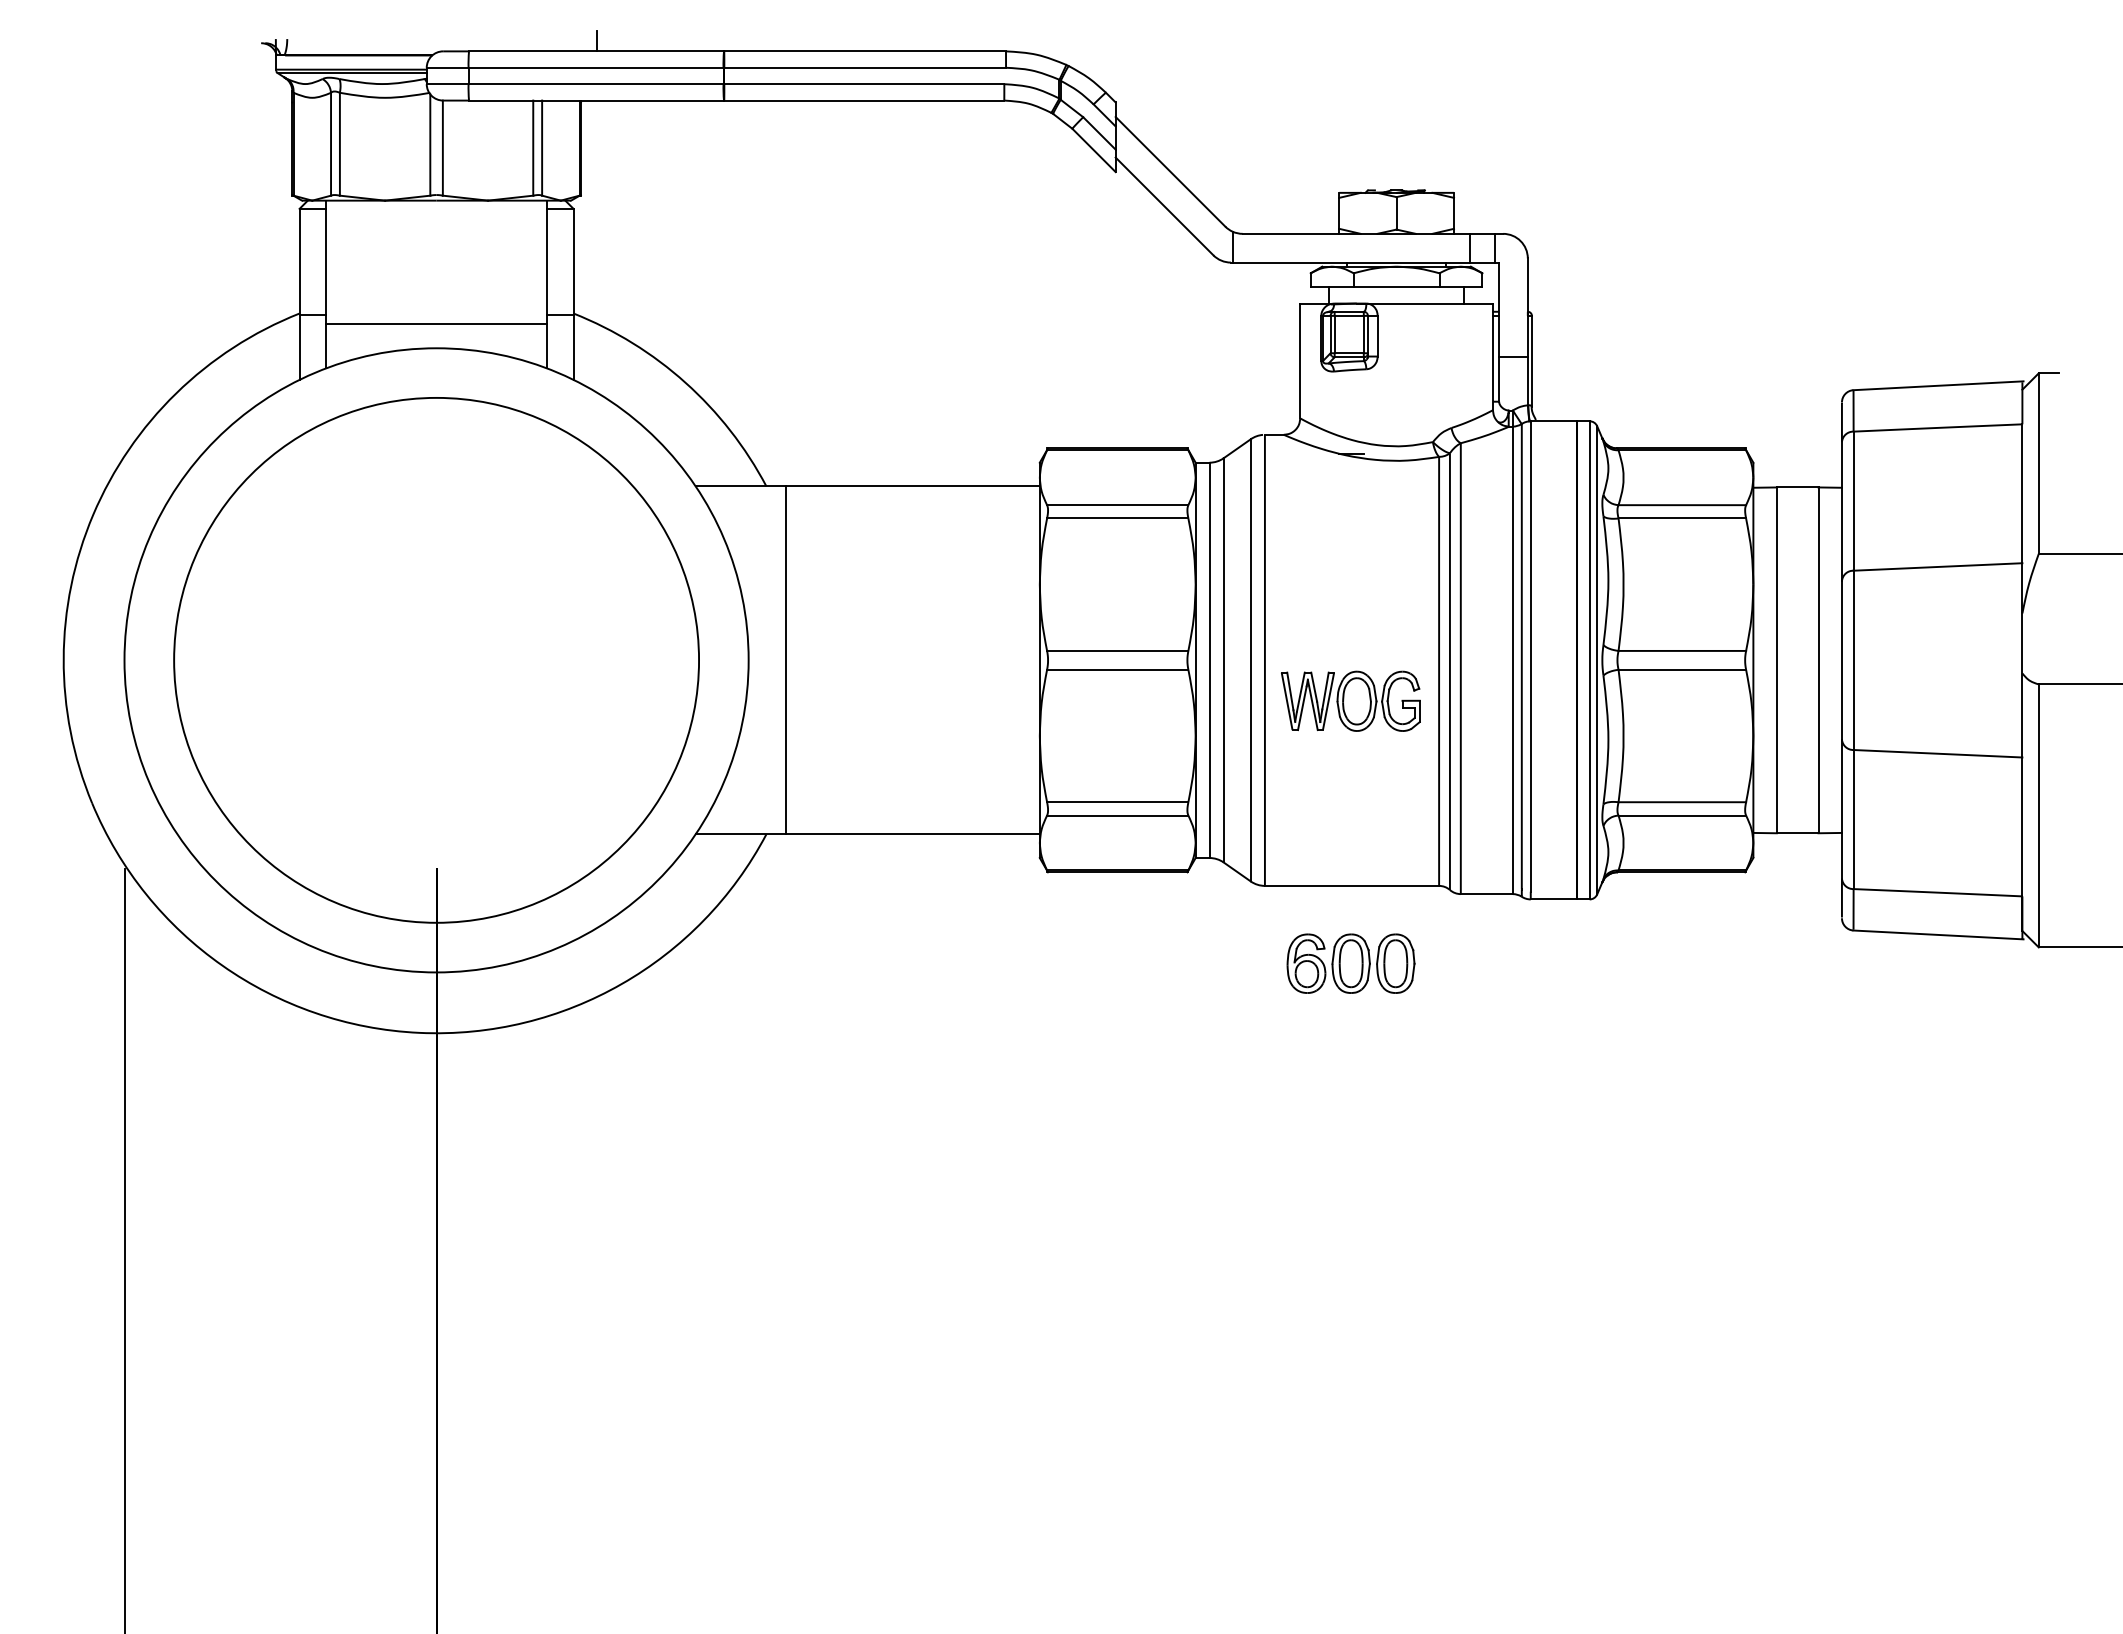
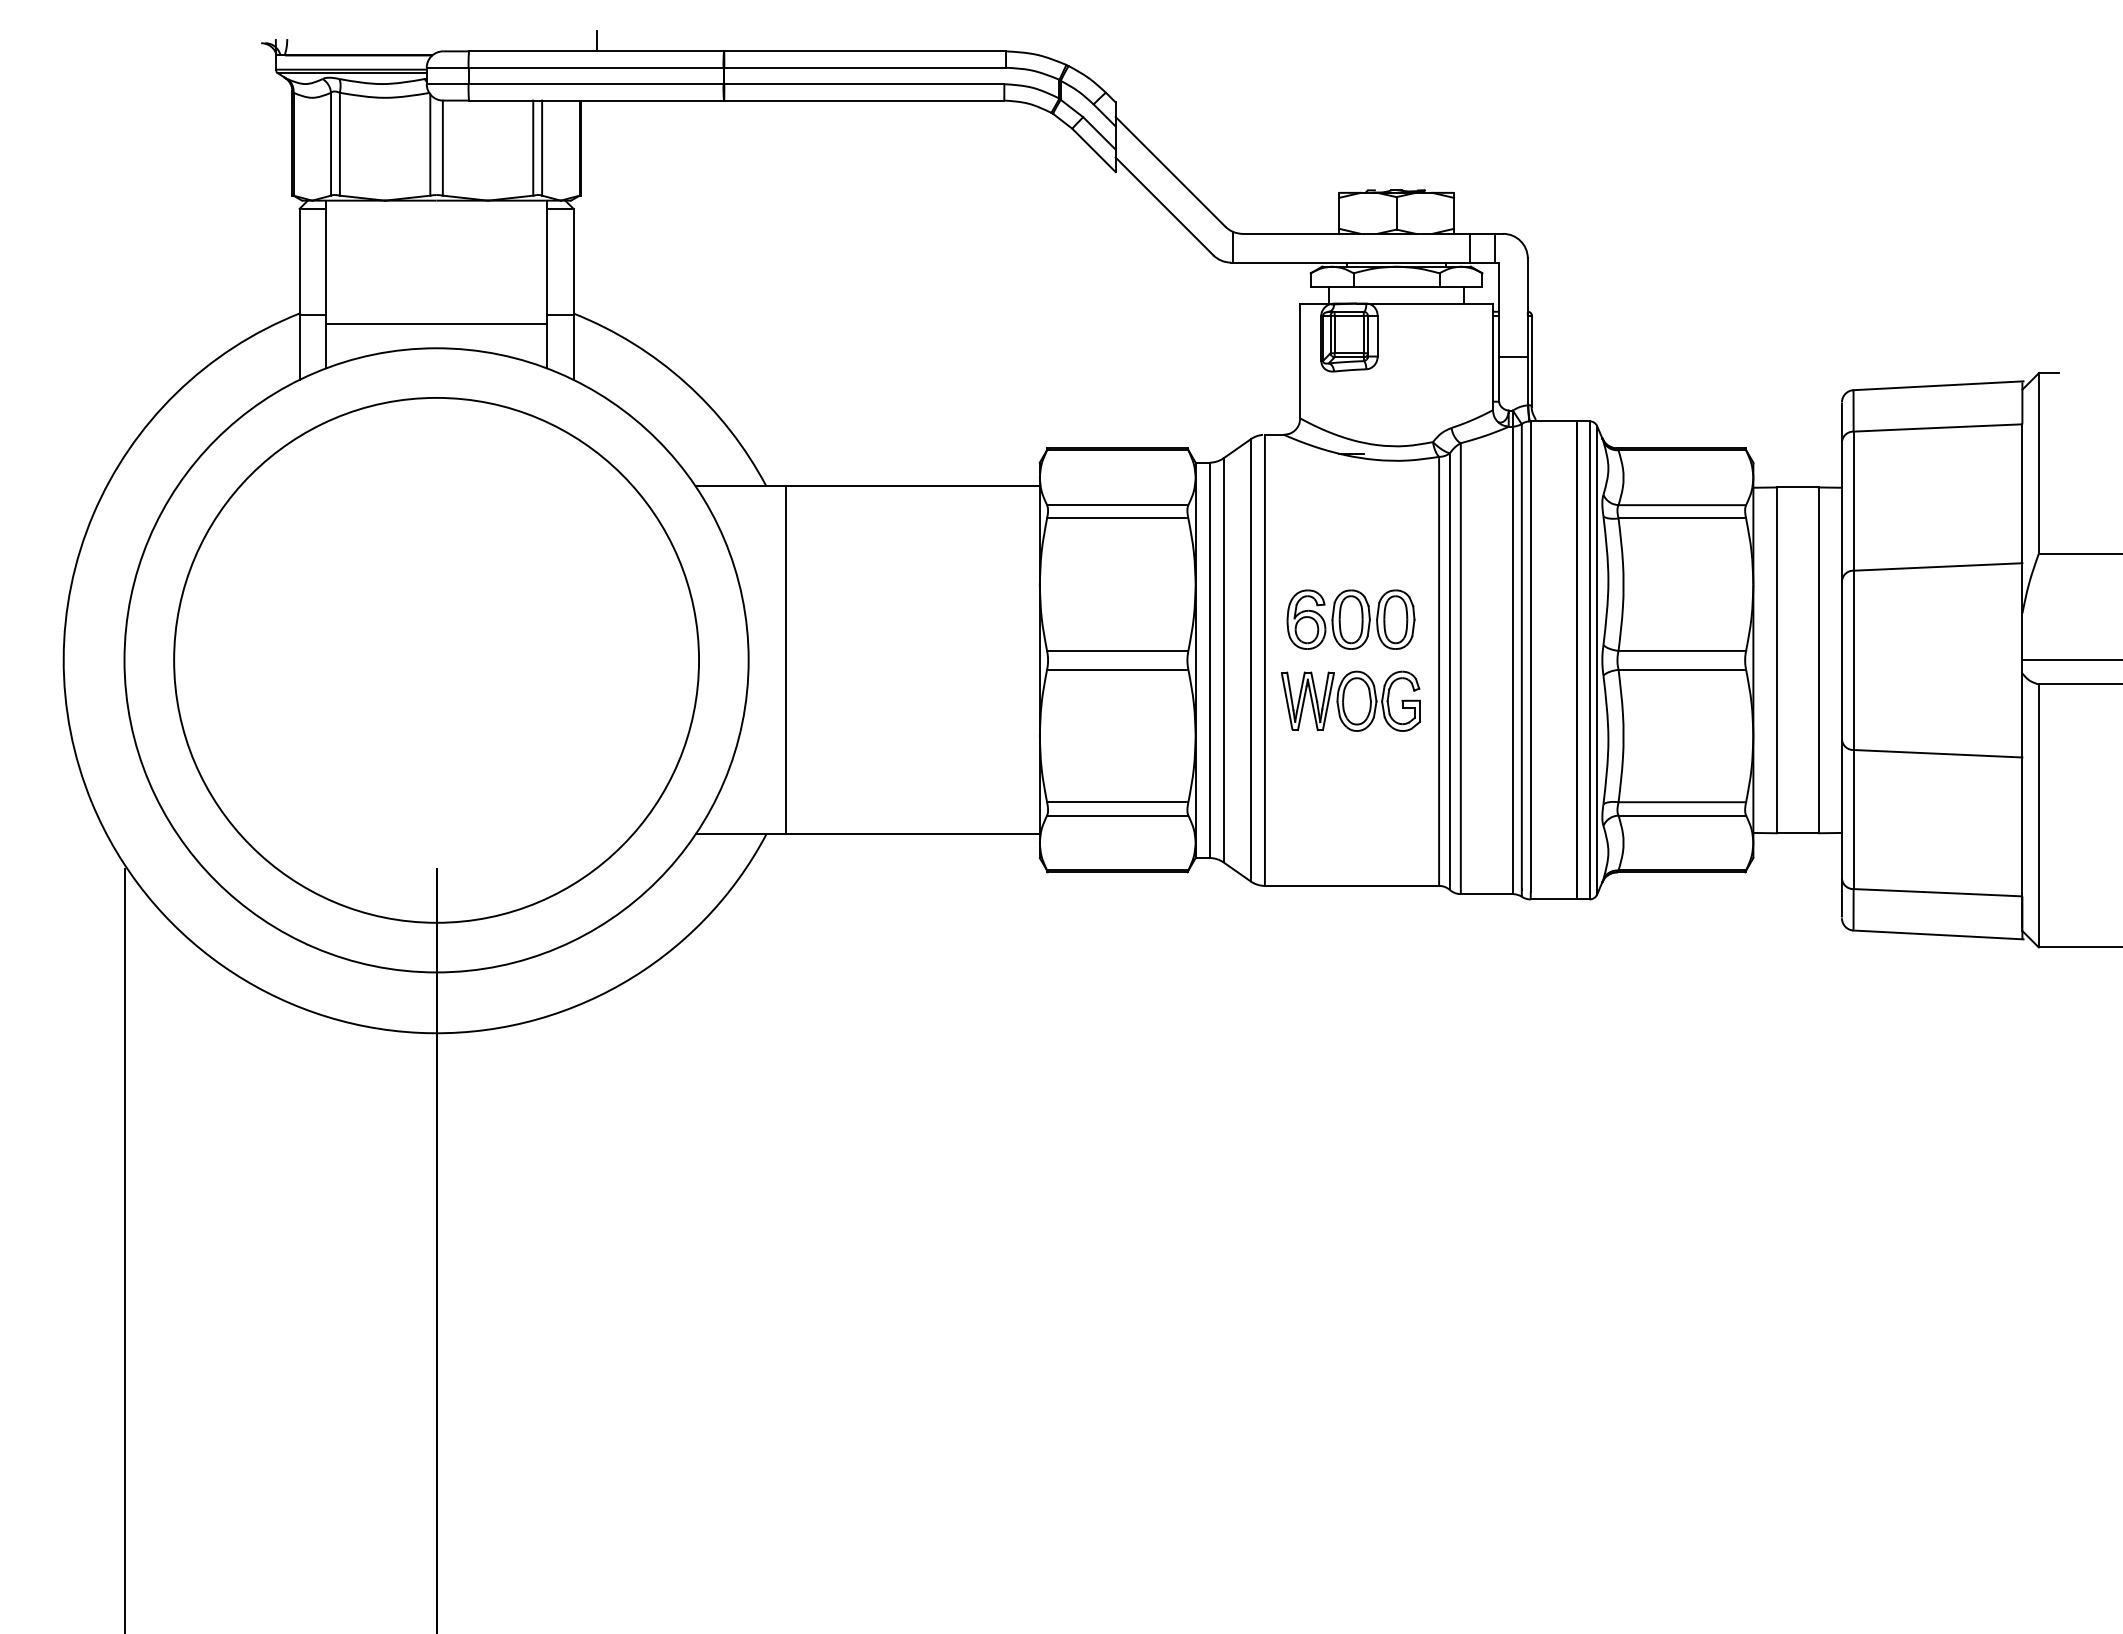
line at (2070, 660): none -> present
part at (1350, 963) position: (1350, 963) -> (1350, 619)
